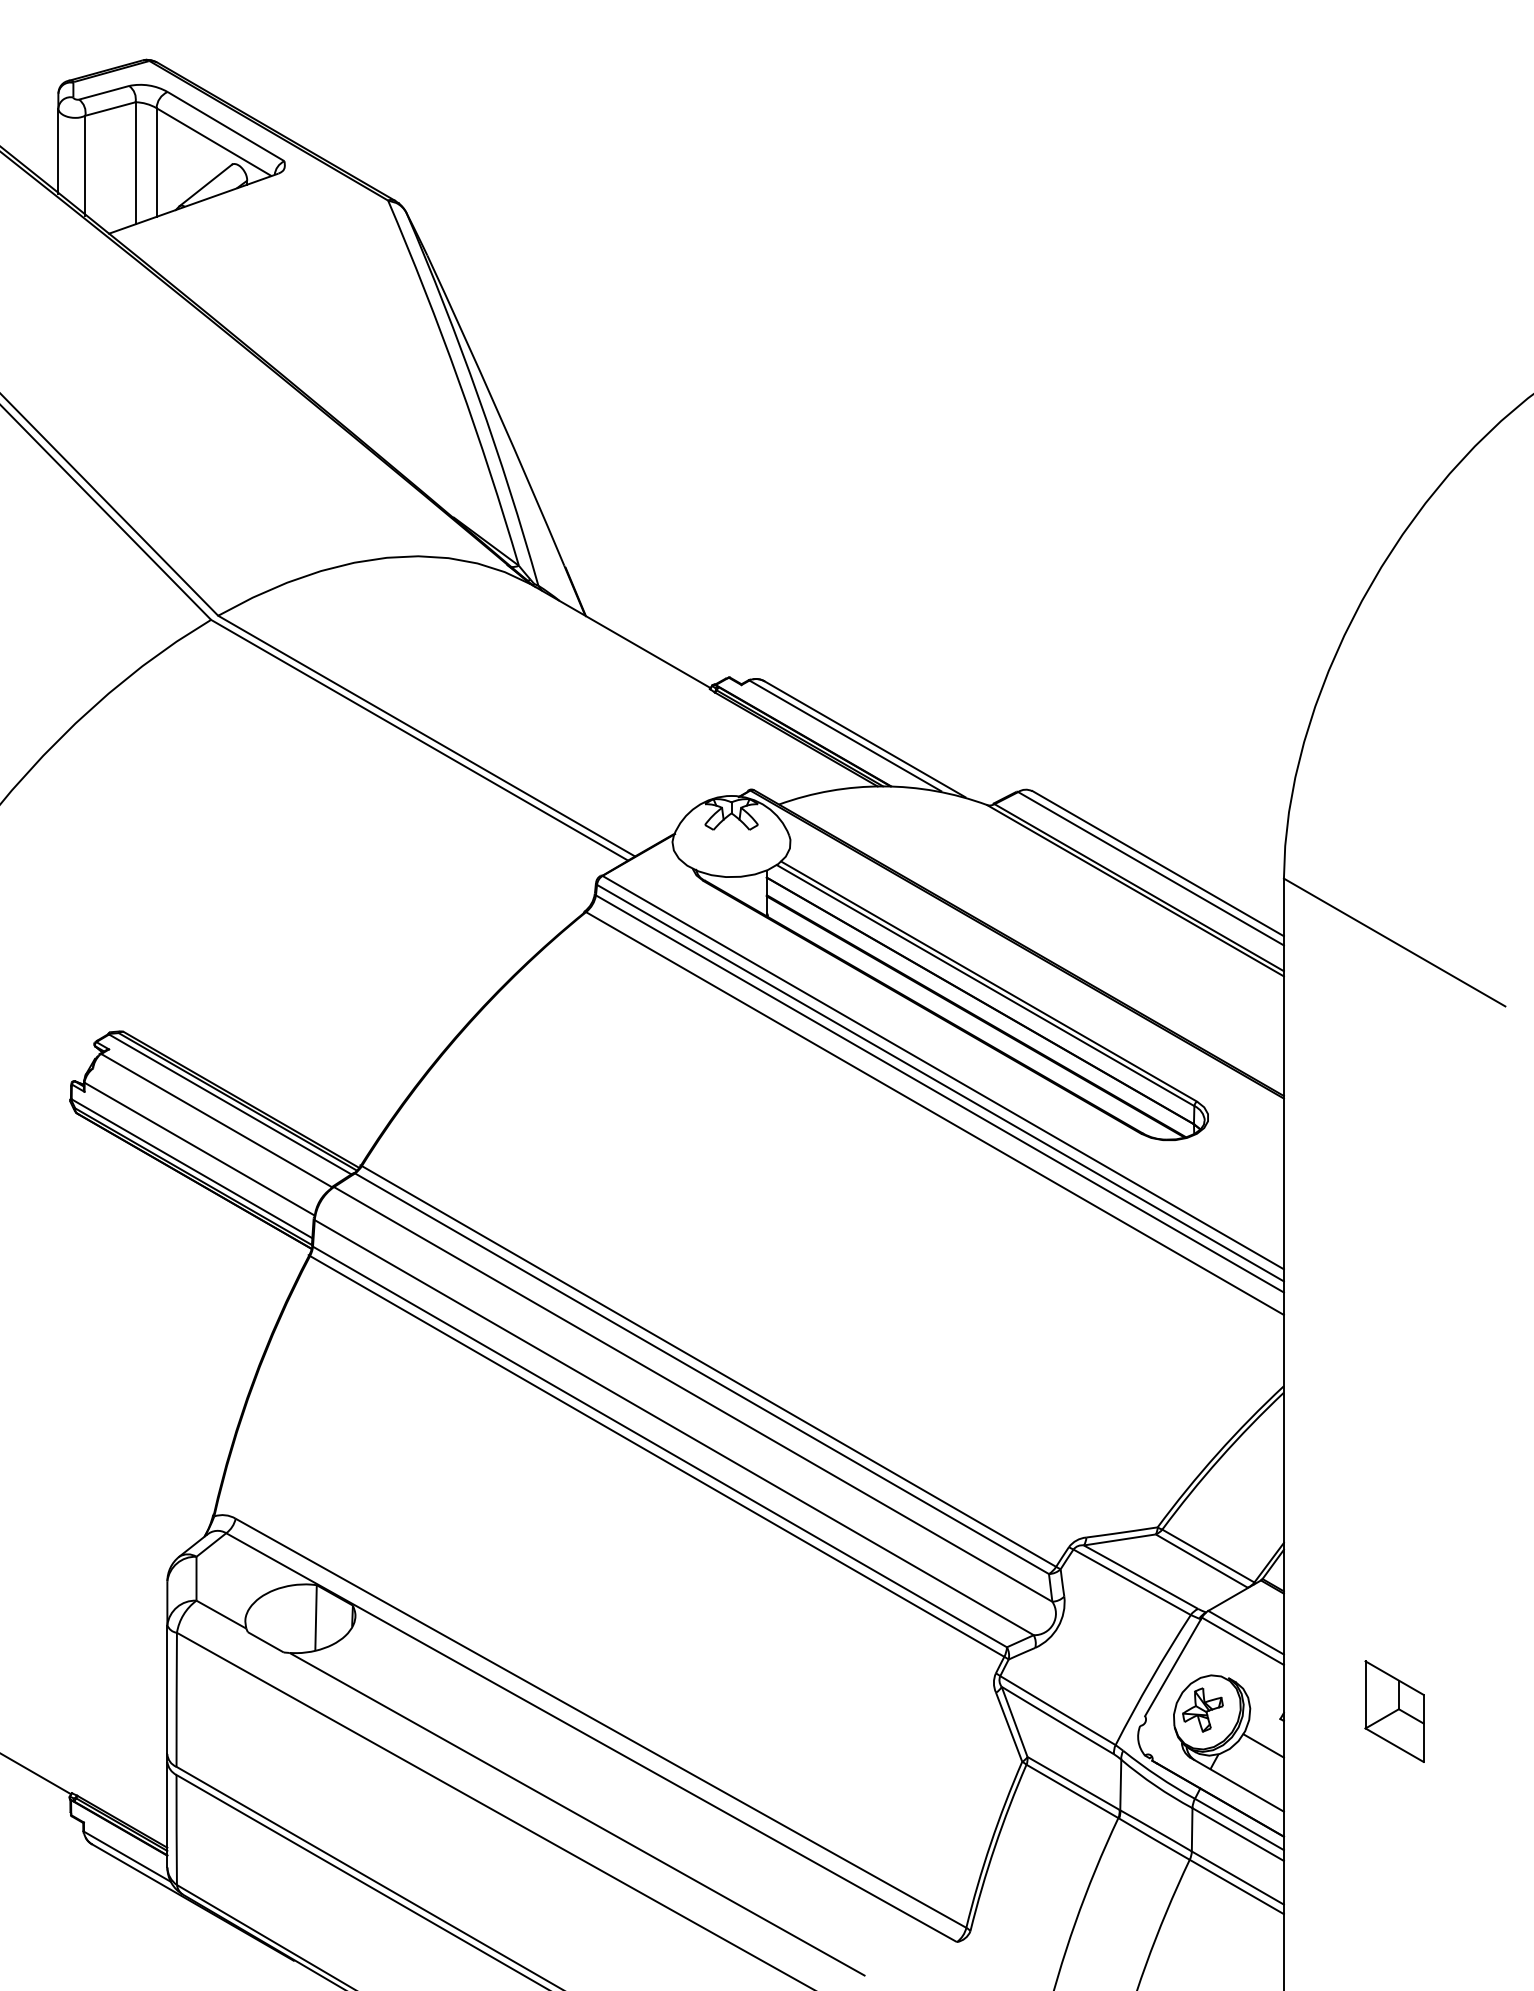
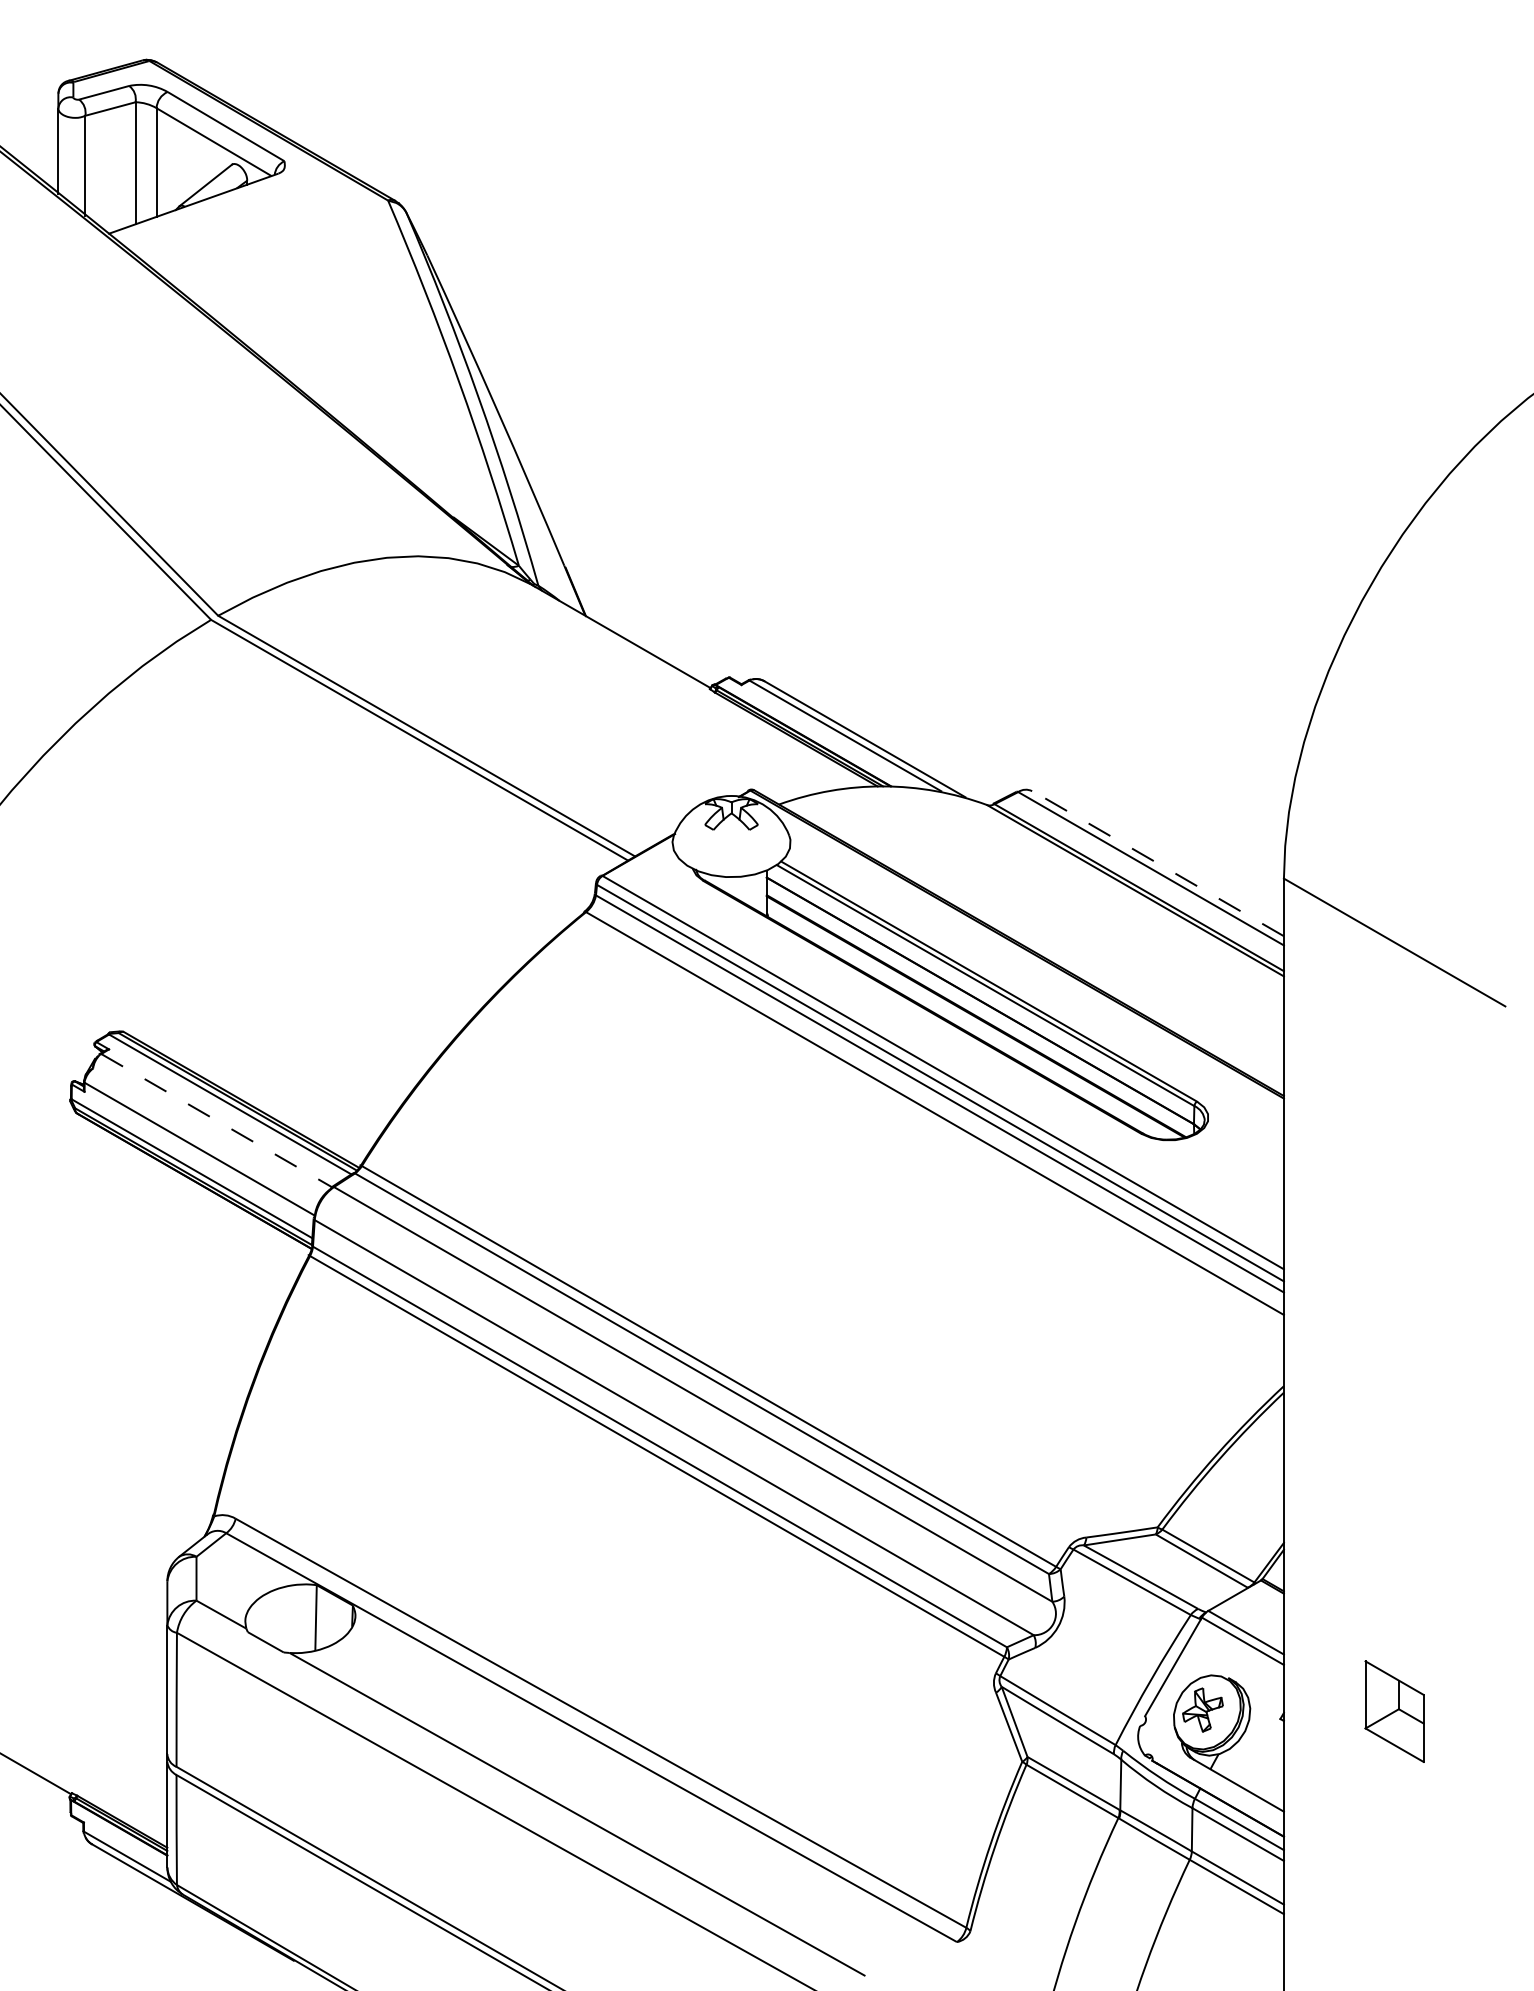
line at (1157, 863): solid -> dashed
line at (217, 1120): solid -> dashed
line at (1263, 1745): present -> none
